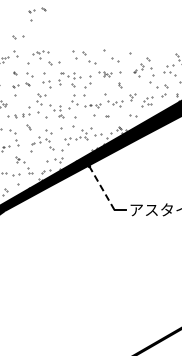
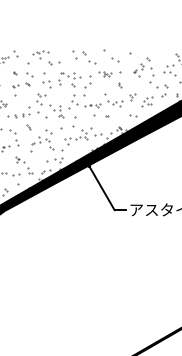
part at (37, 14): present -> none
part at (18, 37): present -> none
line at (101, 187): dashed -> solid
